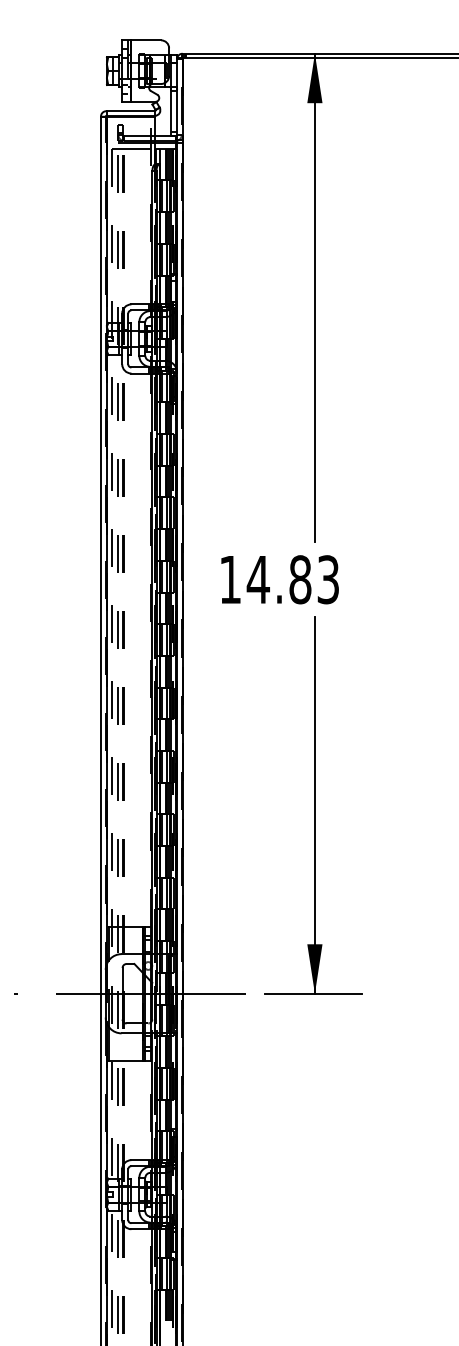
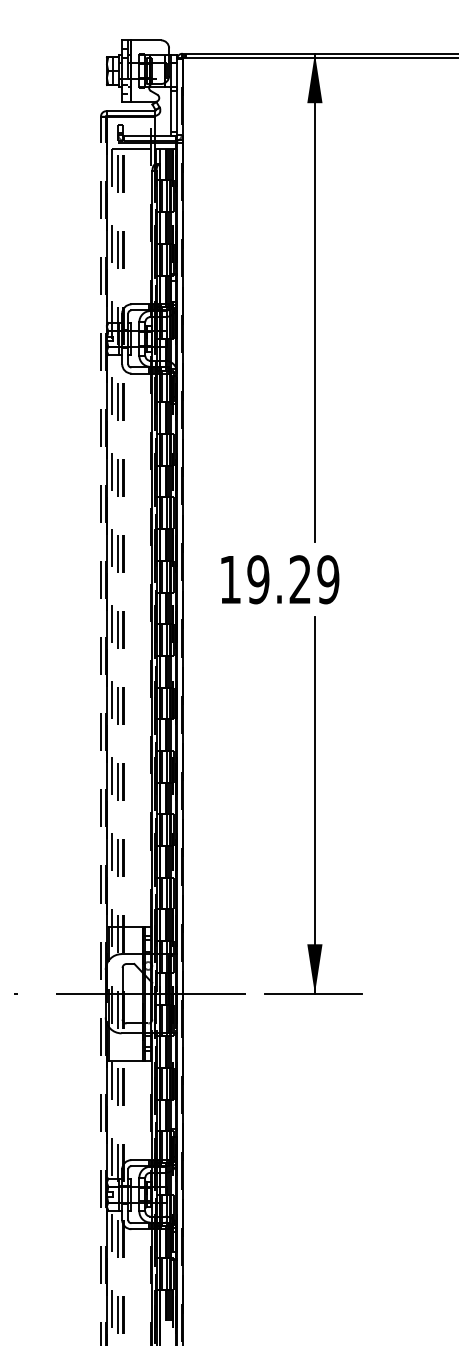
text at (292, 579): 14.83 -> 19.29
line at (100, 730): solid -> dashed
